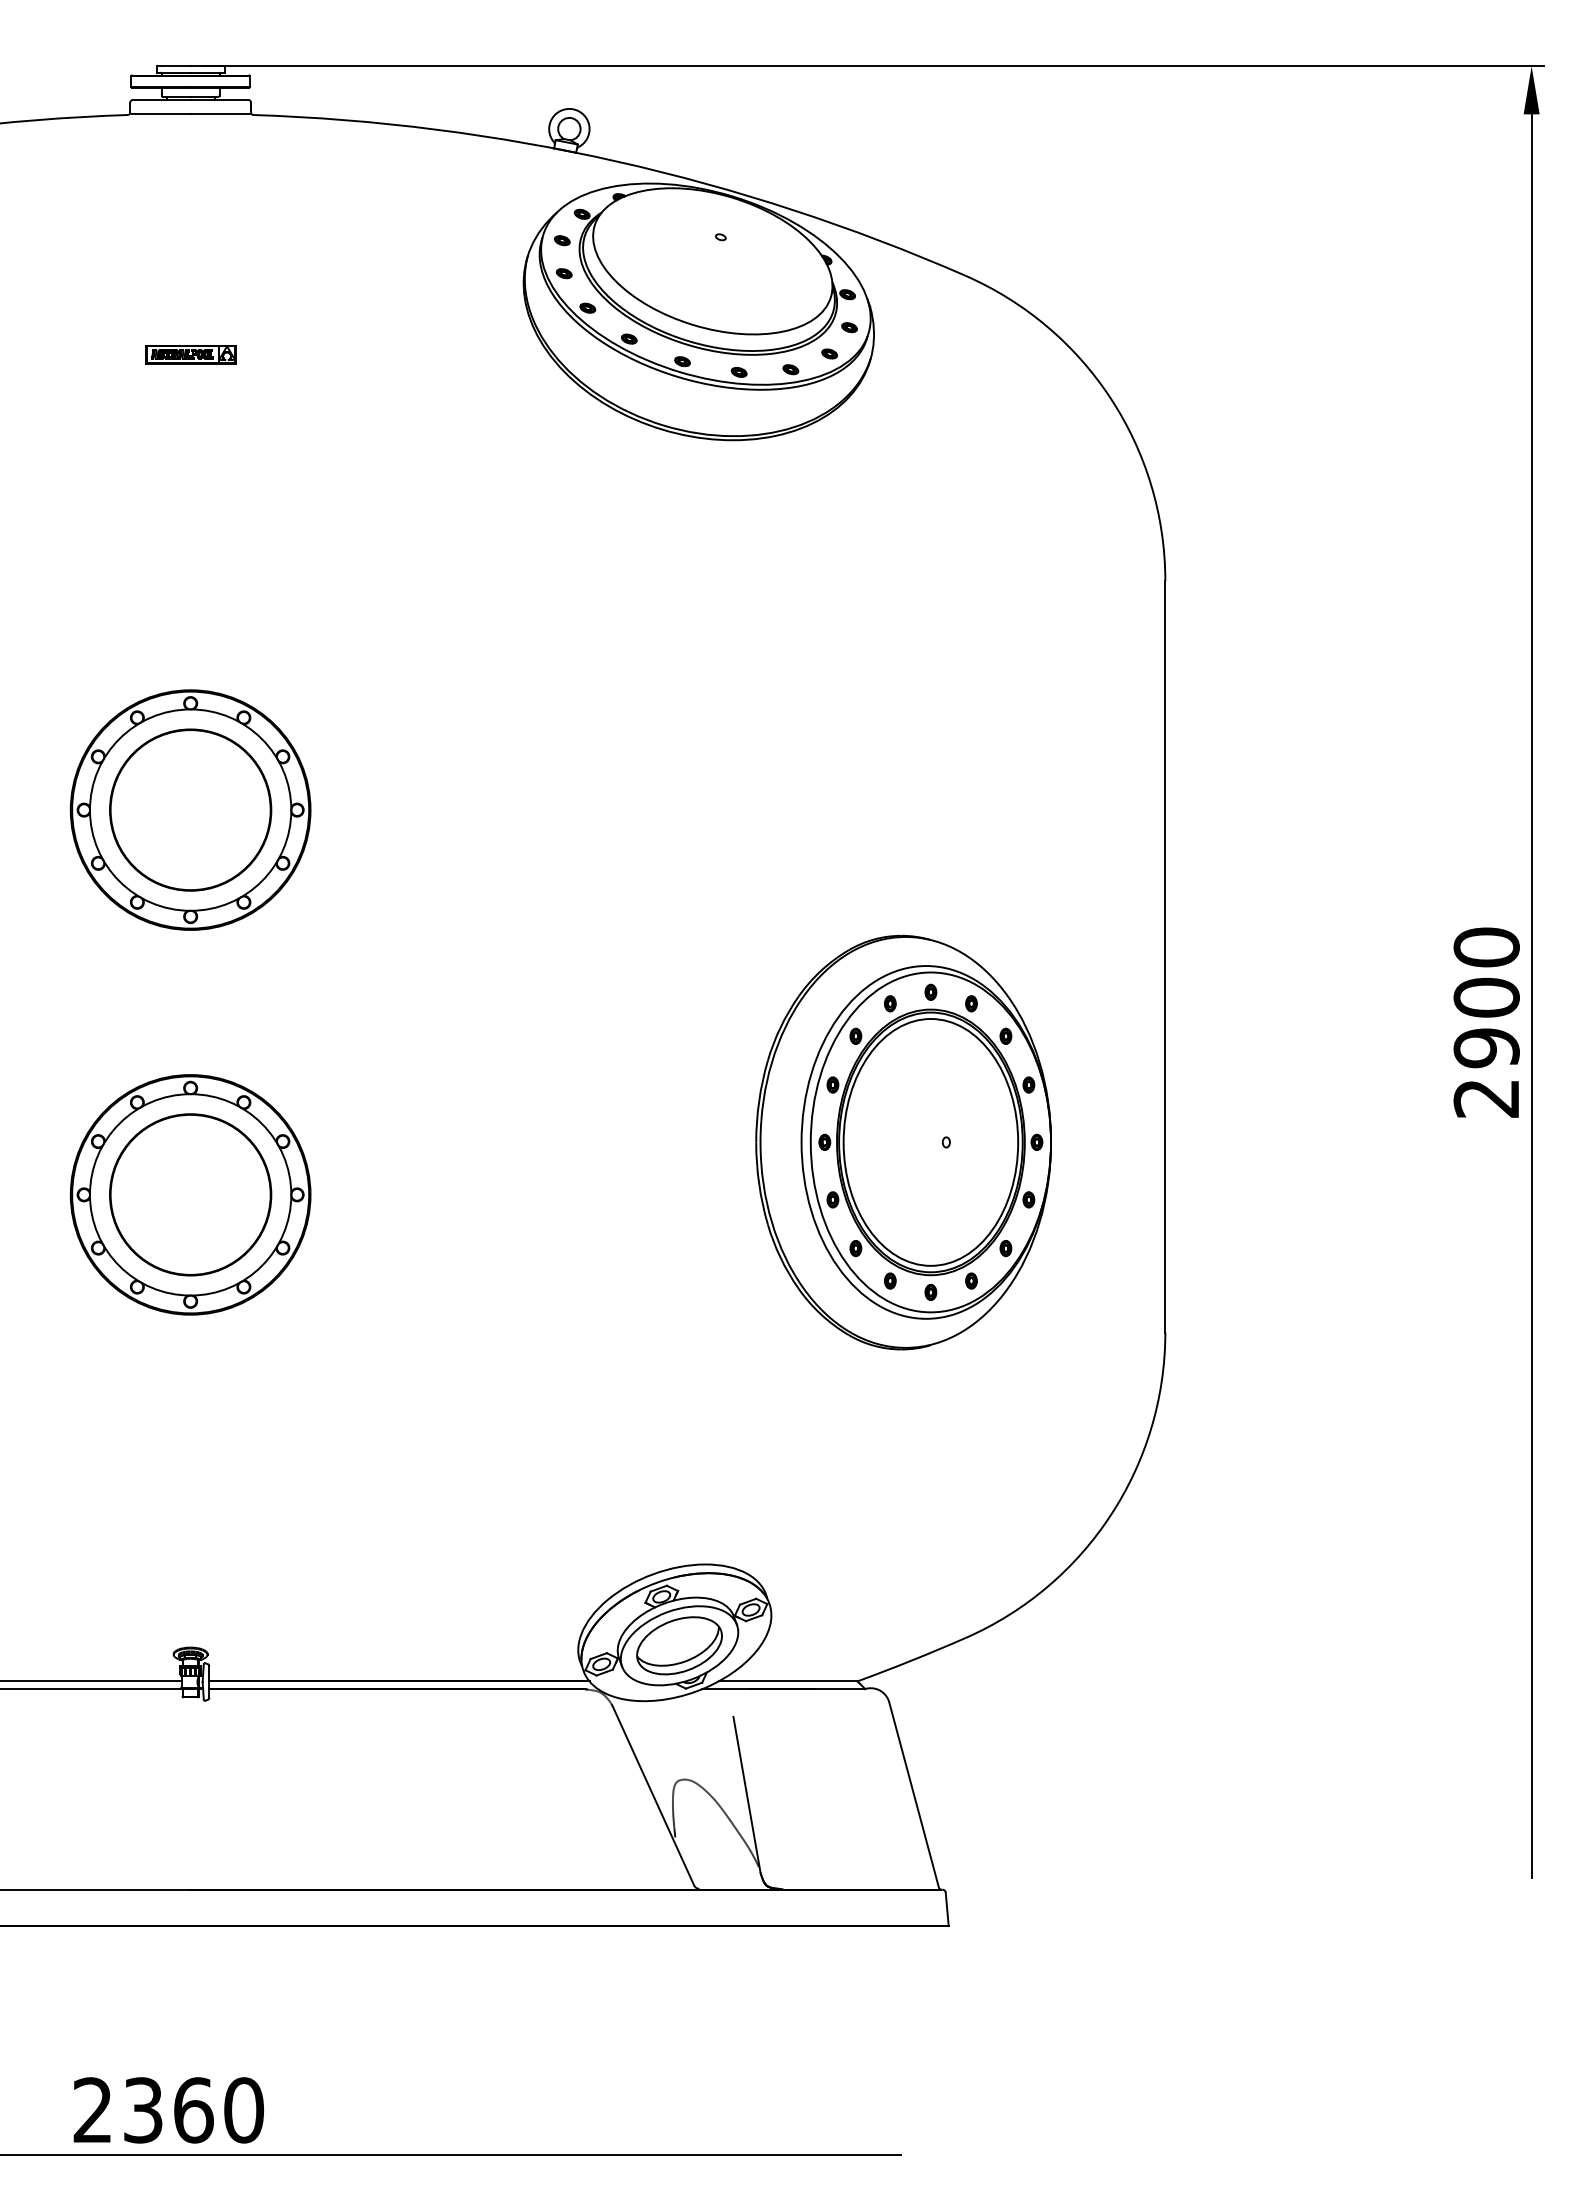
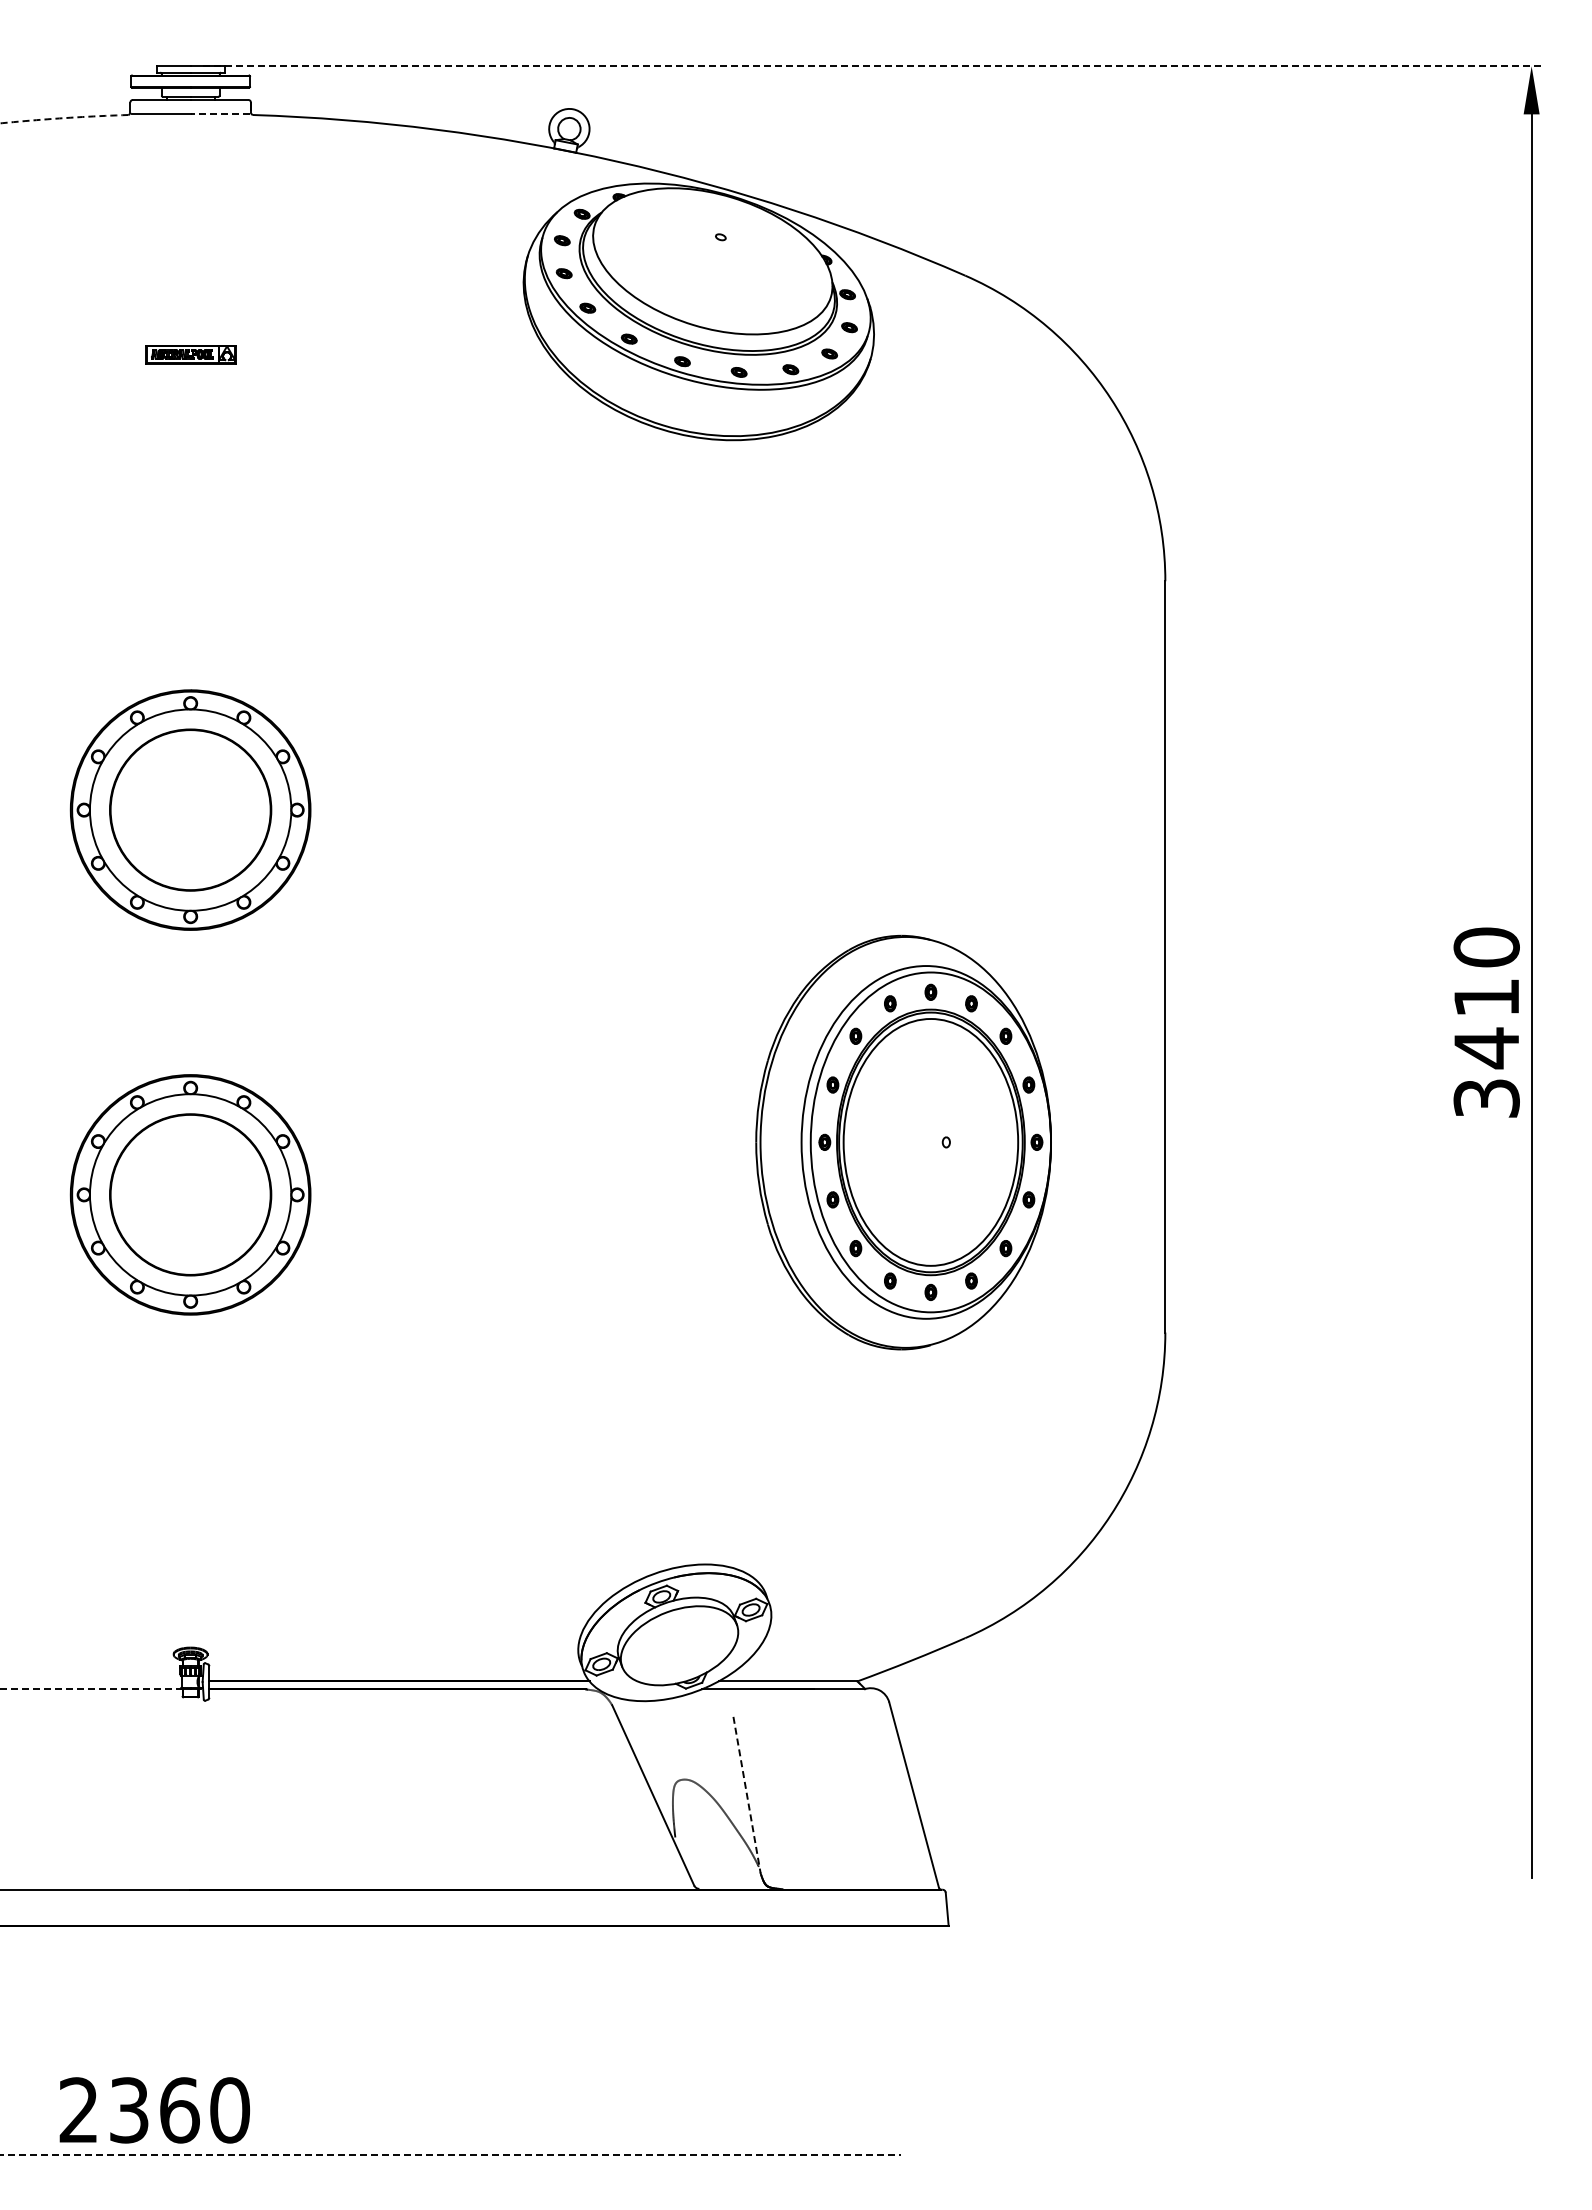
line at (874, 66): solid -> dashed
line at (219, 114): solid -> dashed
arc at (64, 118): solid -> dashed
text at (1486, 1047): 2900 -> 3410
part at (679, 1645): present -> none
line at (91, 1681): present -> none
line at (91, 1689): solid -> dashed
line at (747, 1795): solid -> dashed
text at (168, 2110) position: (168, 2110) -> (154, 2110)
line at (450, 2155): solid -> dashed
